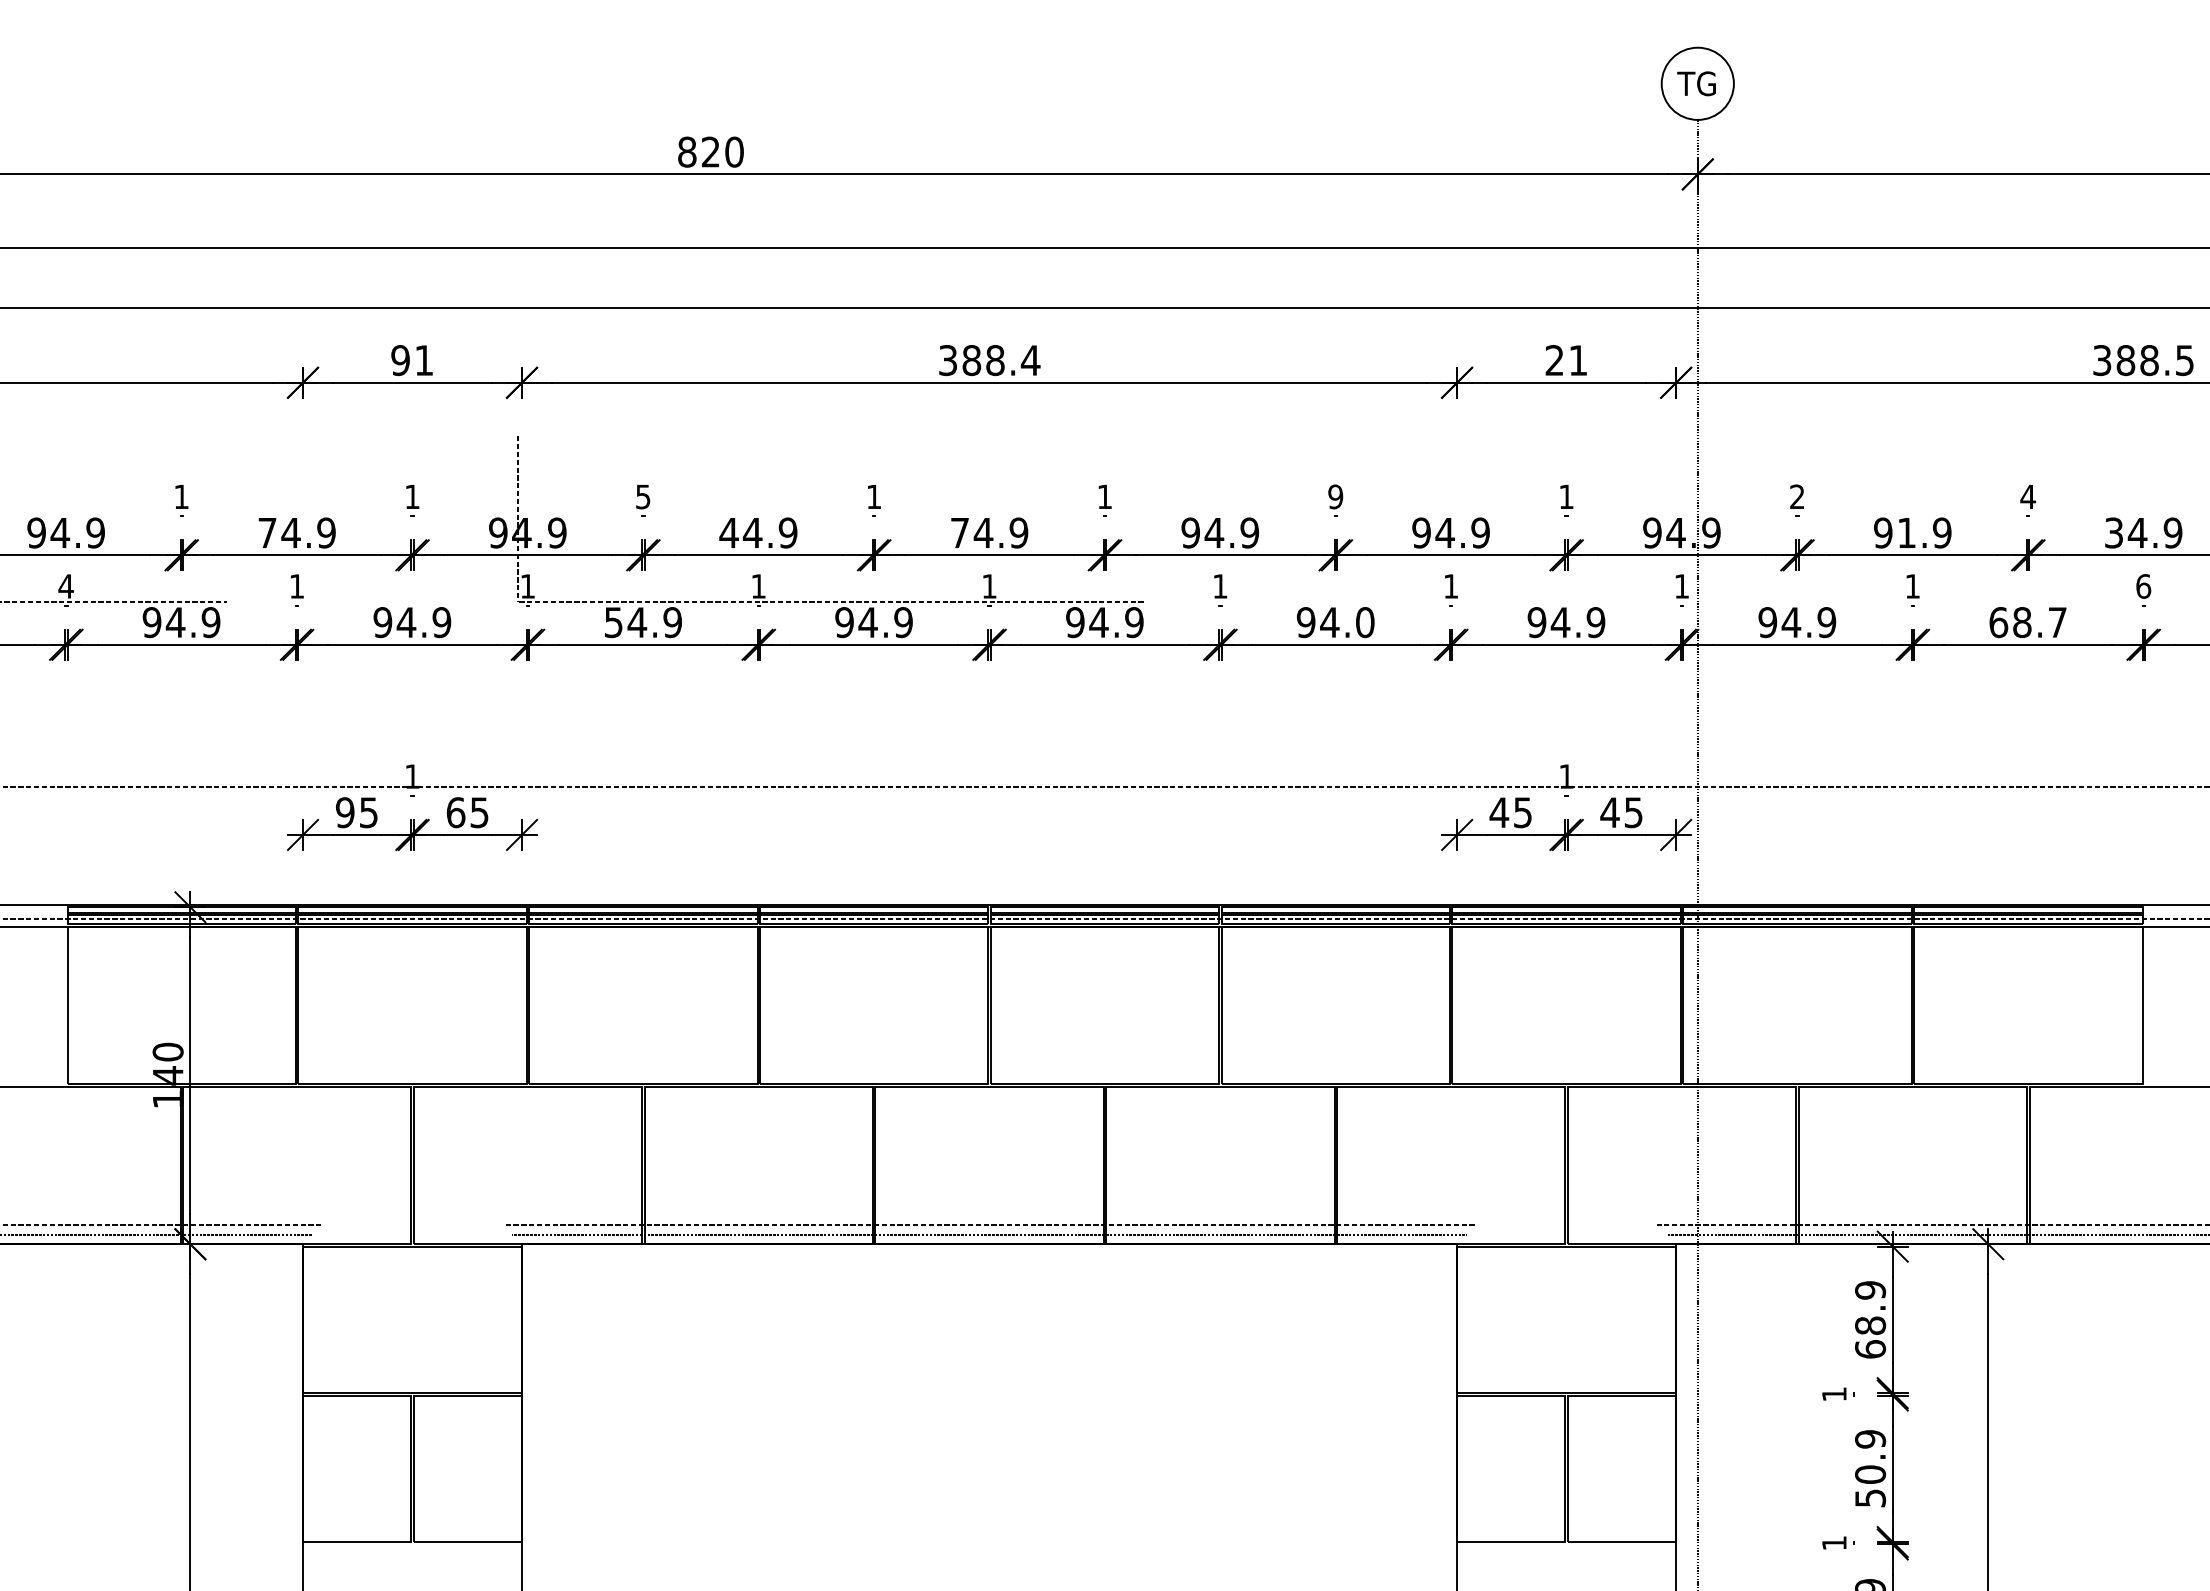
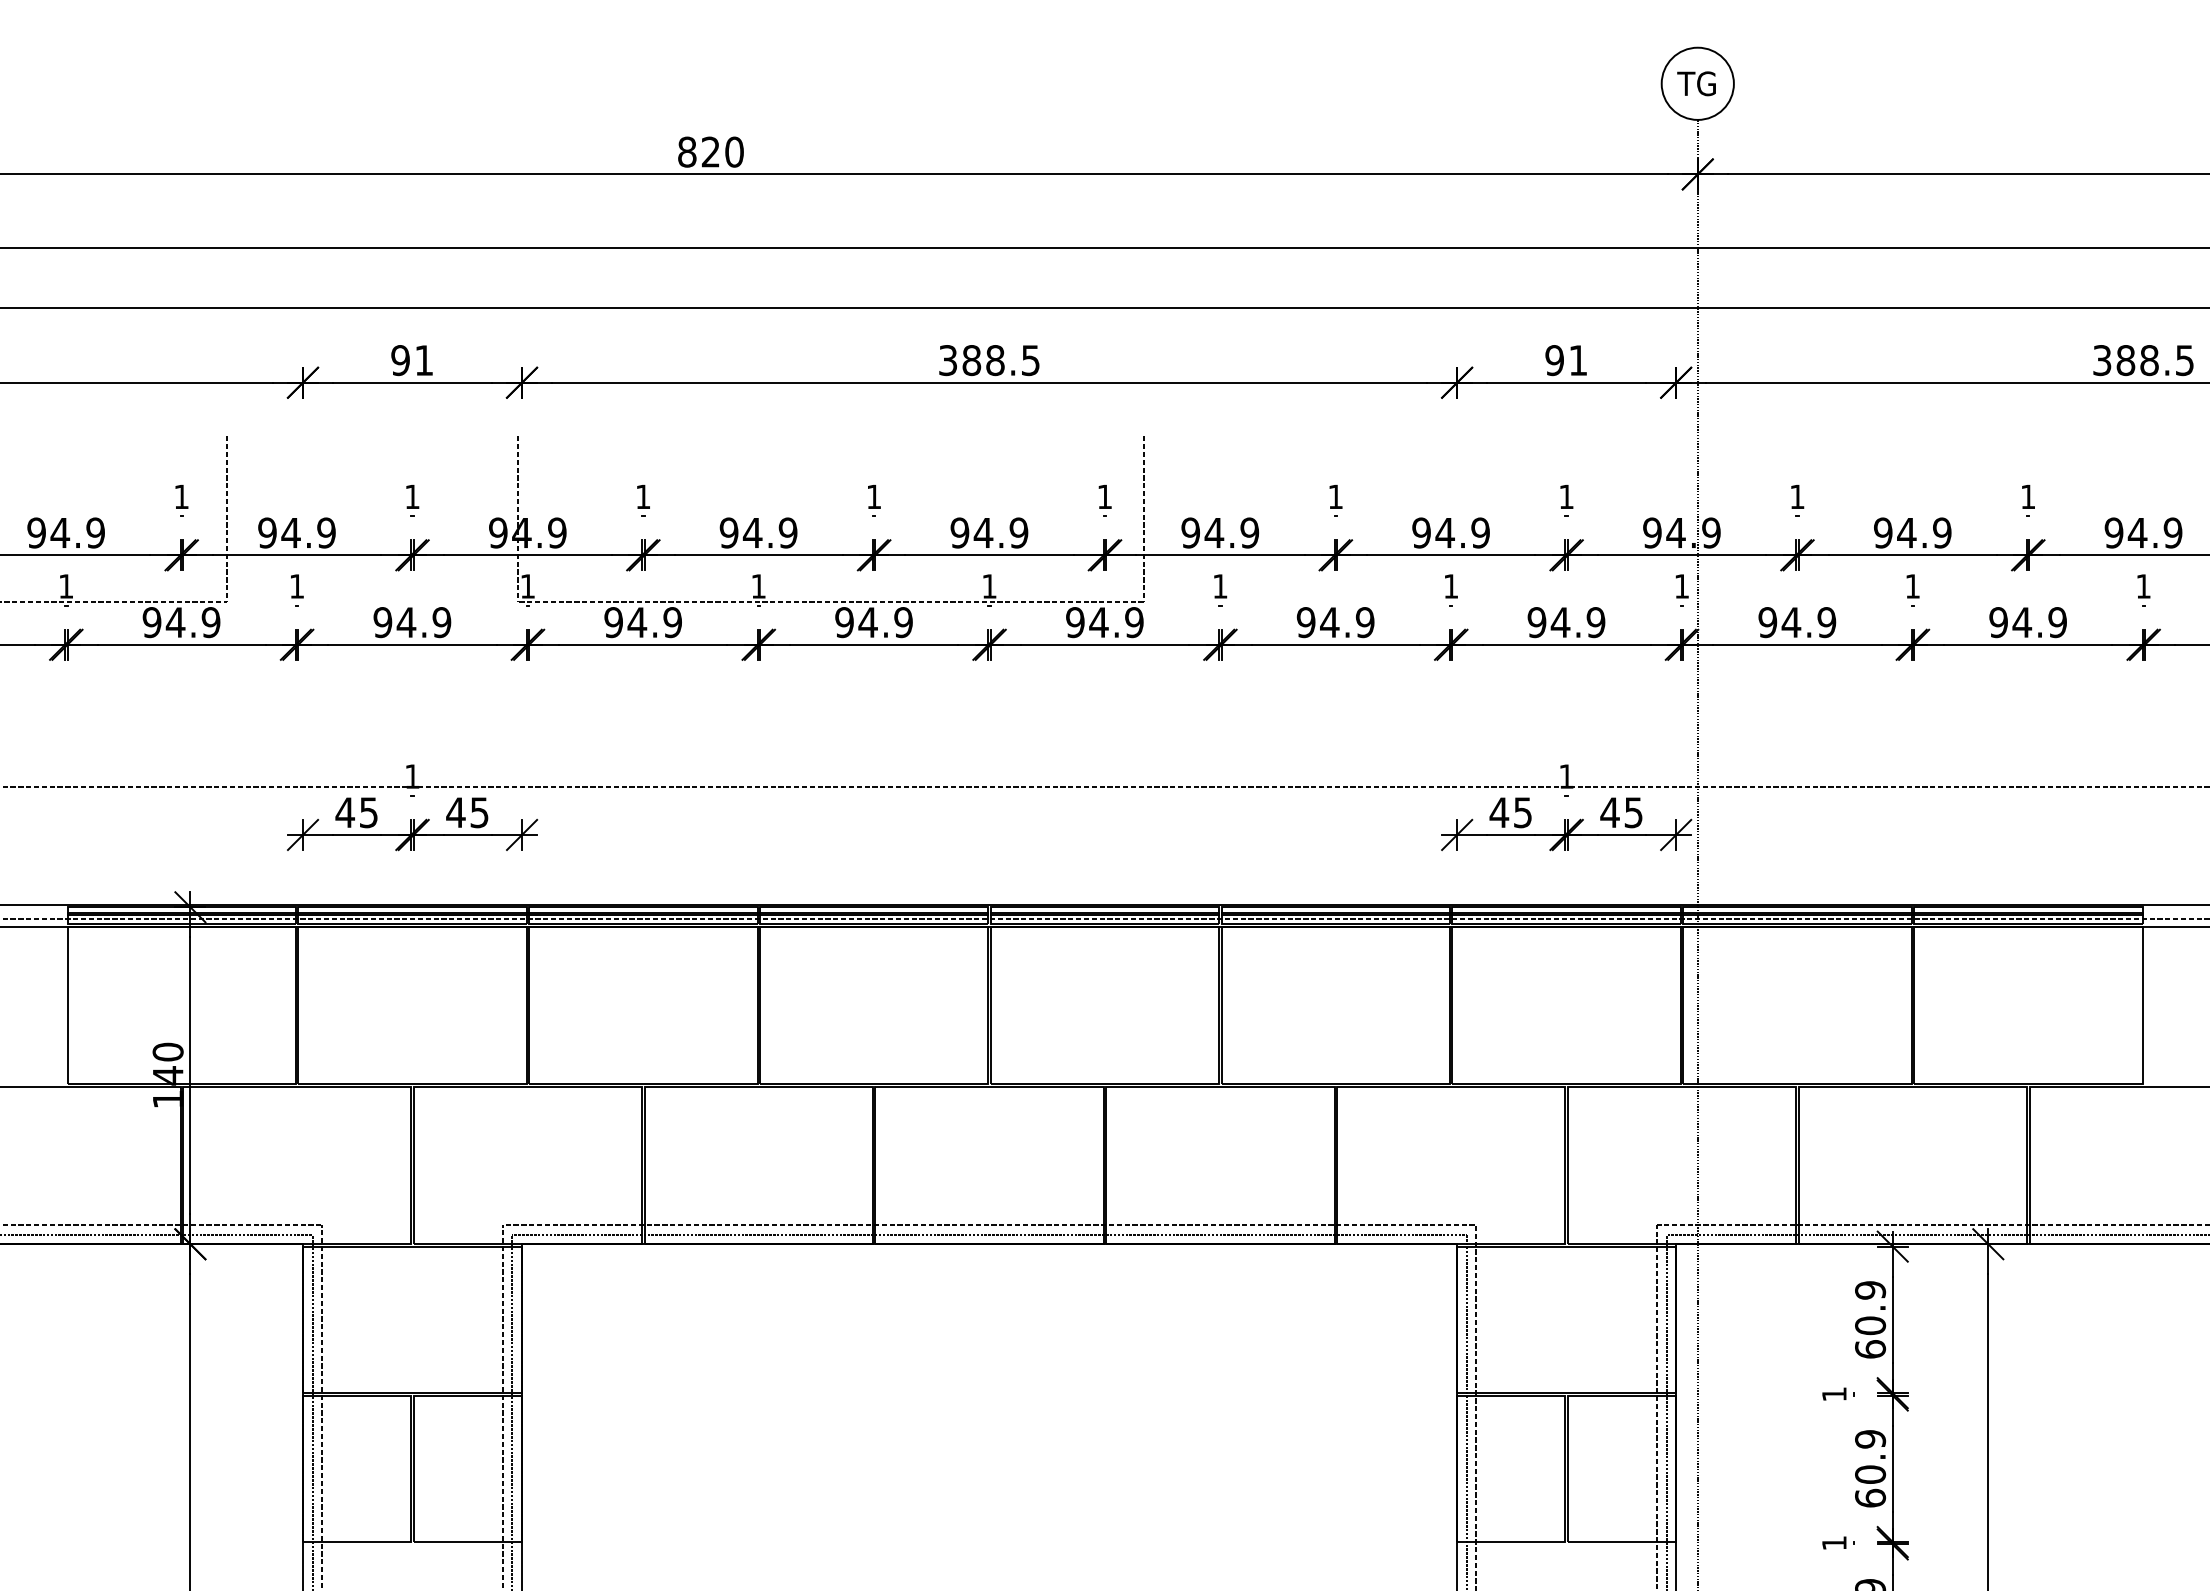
text at (1030, 360): 388.4 -> 388.5
text at (1554, 360): 21 -> 91
text at (643, 496): 5 -> 1
text at (1335, 496): 9 -> 1
text at (1797, 496): 2 -> 1
text at (2027, 496): 4 -> 1
line at (227, 518): none -> present
line at (1144, 518): none -> present
text at (267, 532): 74.9 -> 94.9
text at (728, 532): 44.9 -> 94.9
text at (959, 532): 74.9 -> 94.9
text at (1906, 532): 91.9 -> 94.9
text at (2113, 532): 34.9 -> 94.9
text at (65, 586): 4 -> 1
text at (2143, 586): 6 -> 1
text at (613, 622): 54.9 -> 94.9
text at (1364, 622): 94.0 -> 94.9
text at (2027, 622): 68.7 -> 94.9
text at (345, 812): 95 -> 45
text at (455, 812): 65 -> 45
text at (1870, 1325): 68.9 -> 60.9
line at (322, 1405): none -> present
line at (502, 1405): none -> present
line at (1476, 1405): none -> present
line at (1656, 1405): none -> present
line at (312, 1410): none -> present
line at (512, 1410): none -> present
line at (1466, 1410): none -> present
line at (1666, 1410): none -> present
text at (1870, 1497): 50.9 -> 60.9
